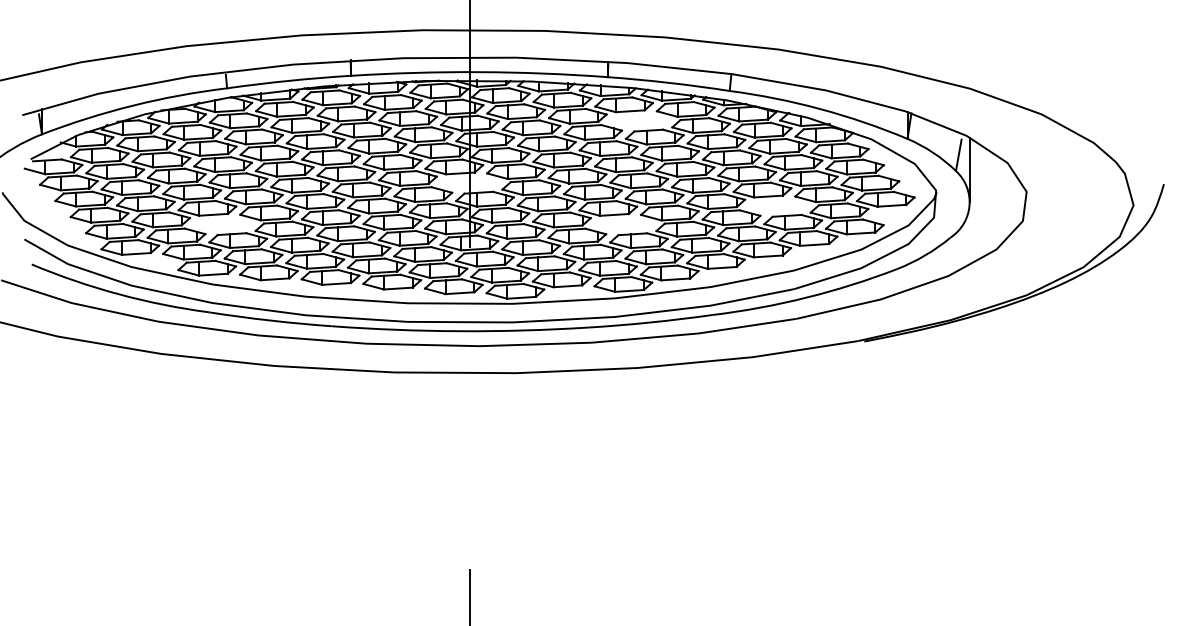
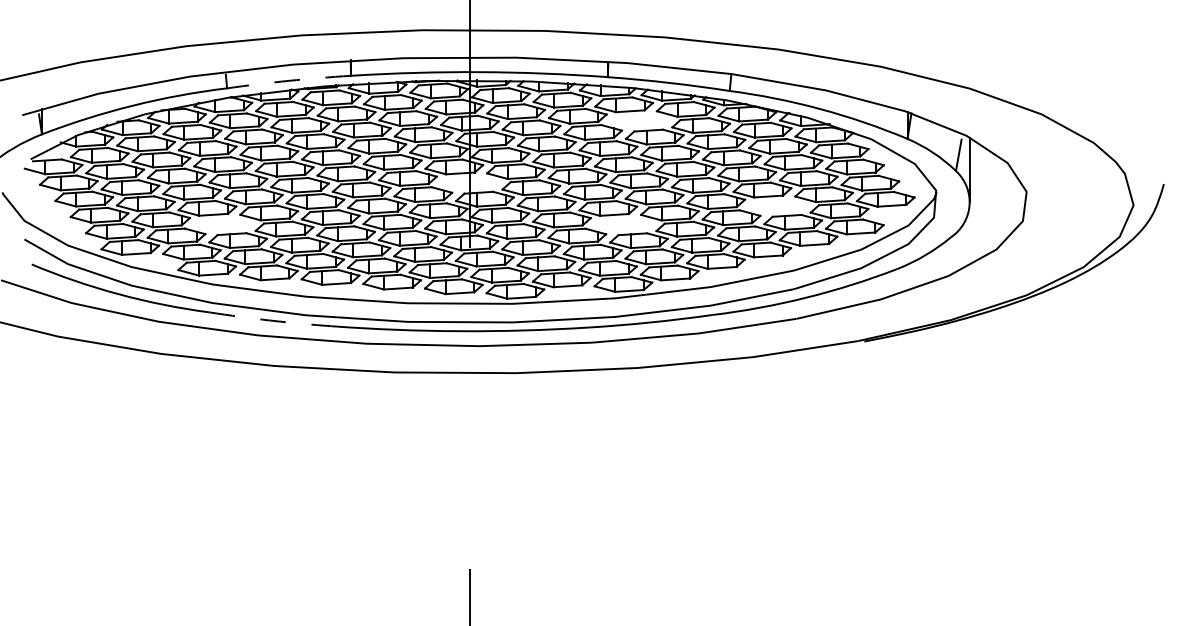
arc at (289, 80): solid -> dashed
arc at (270, 320): solid -> dashed
